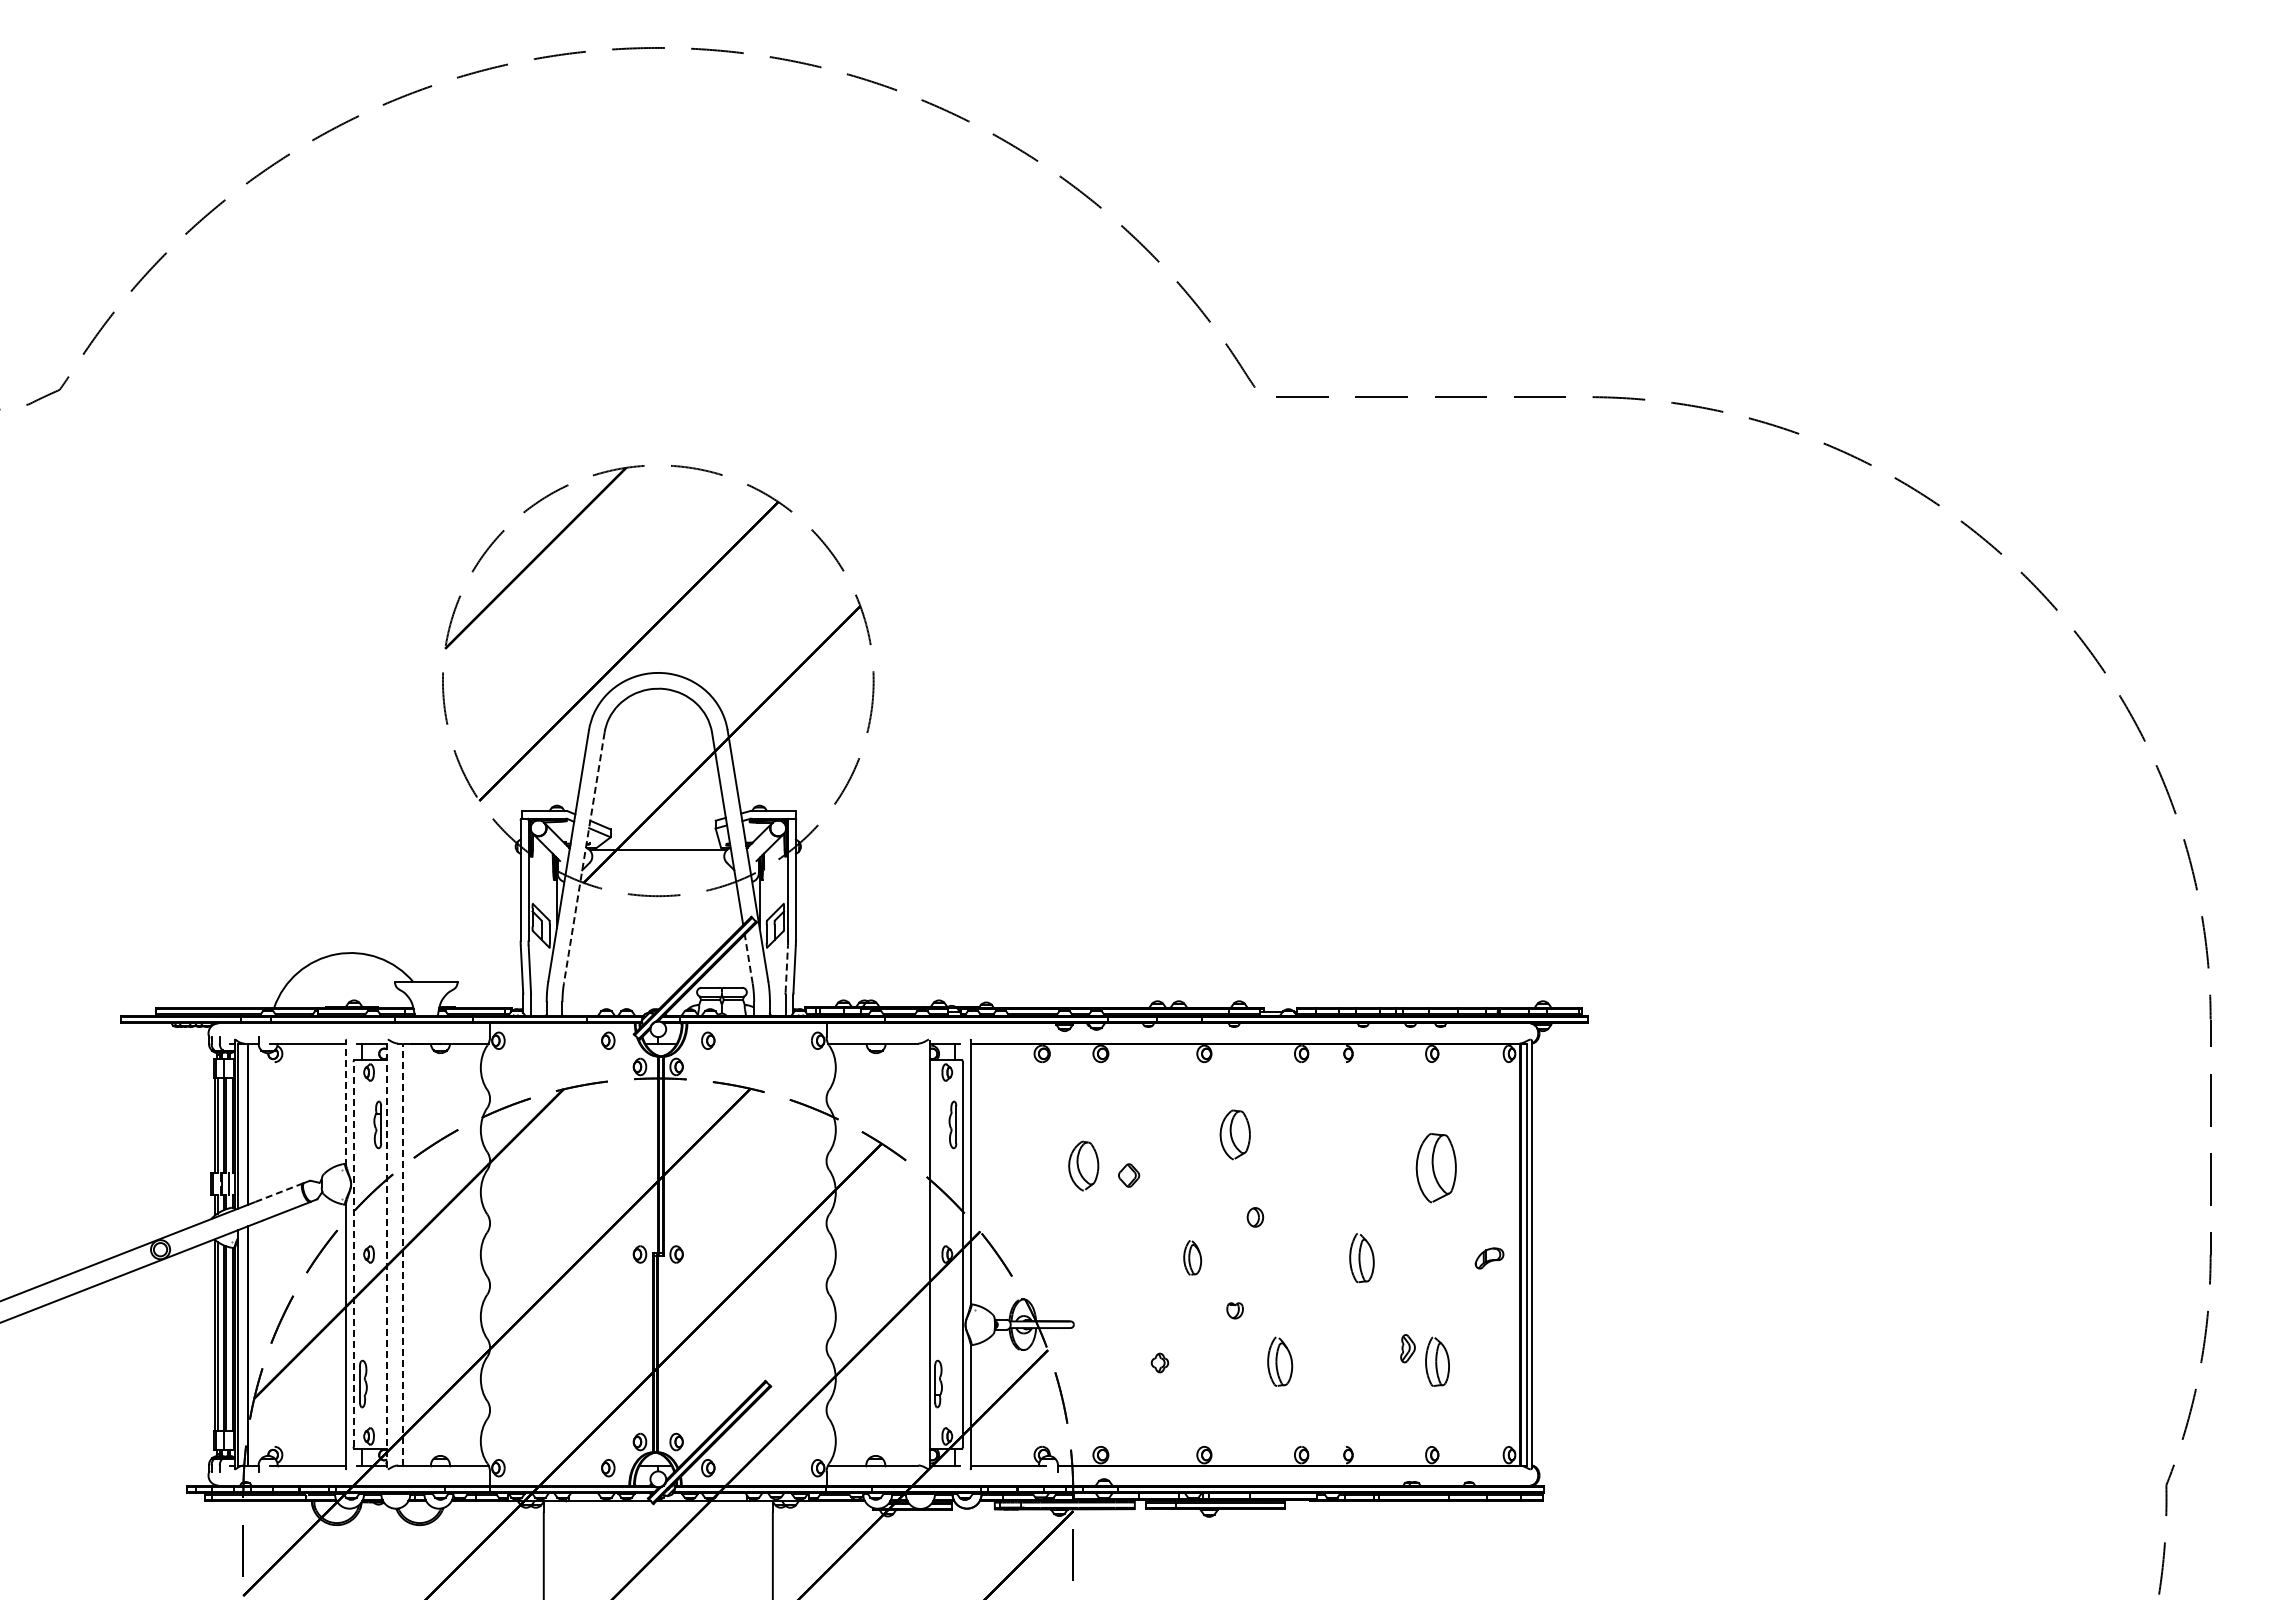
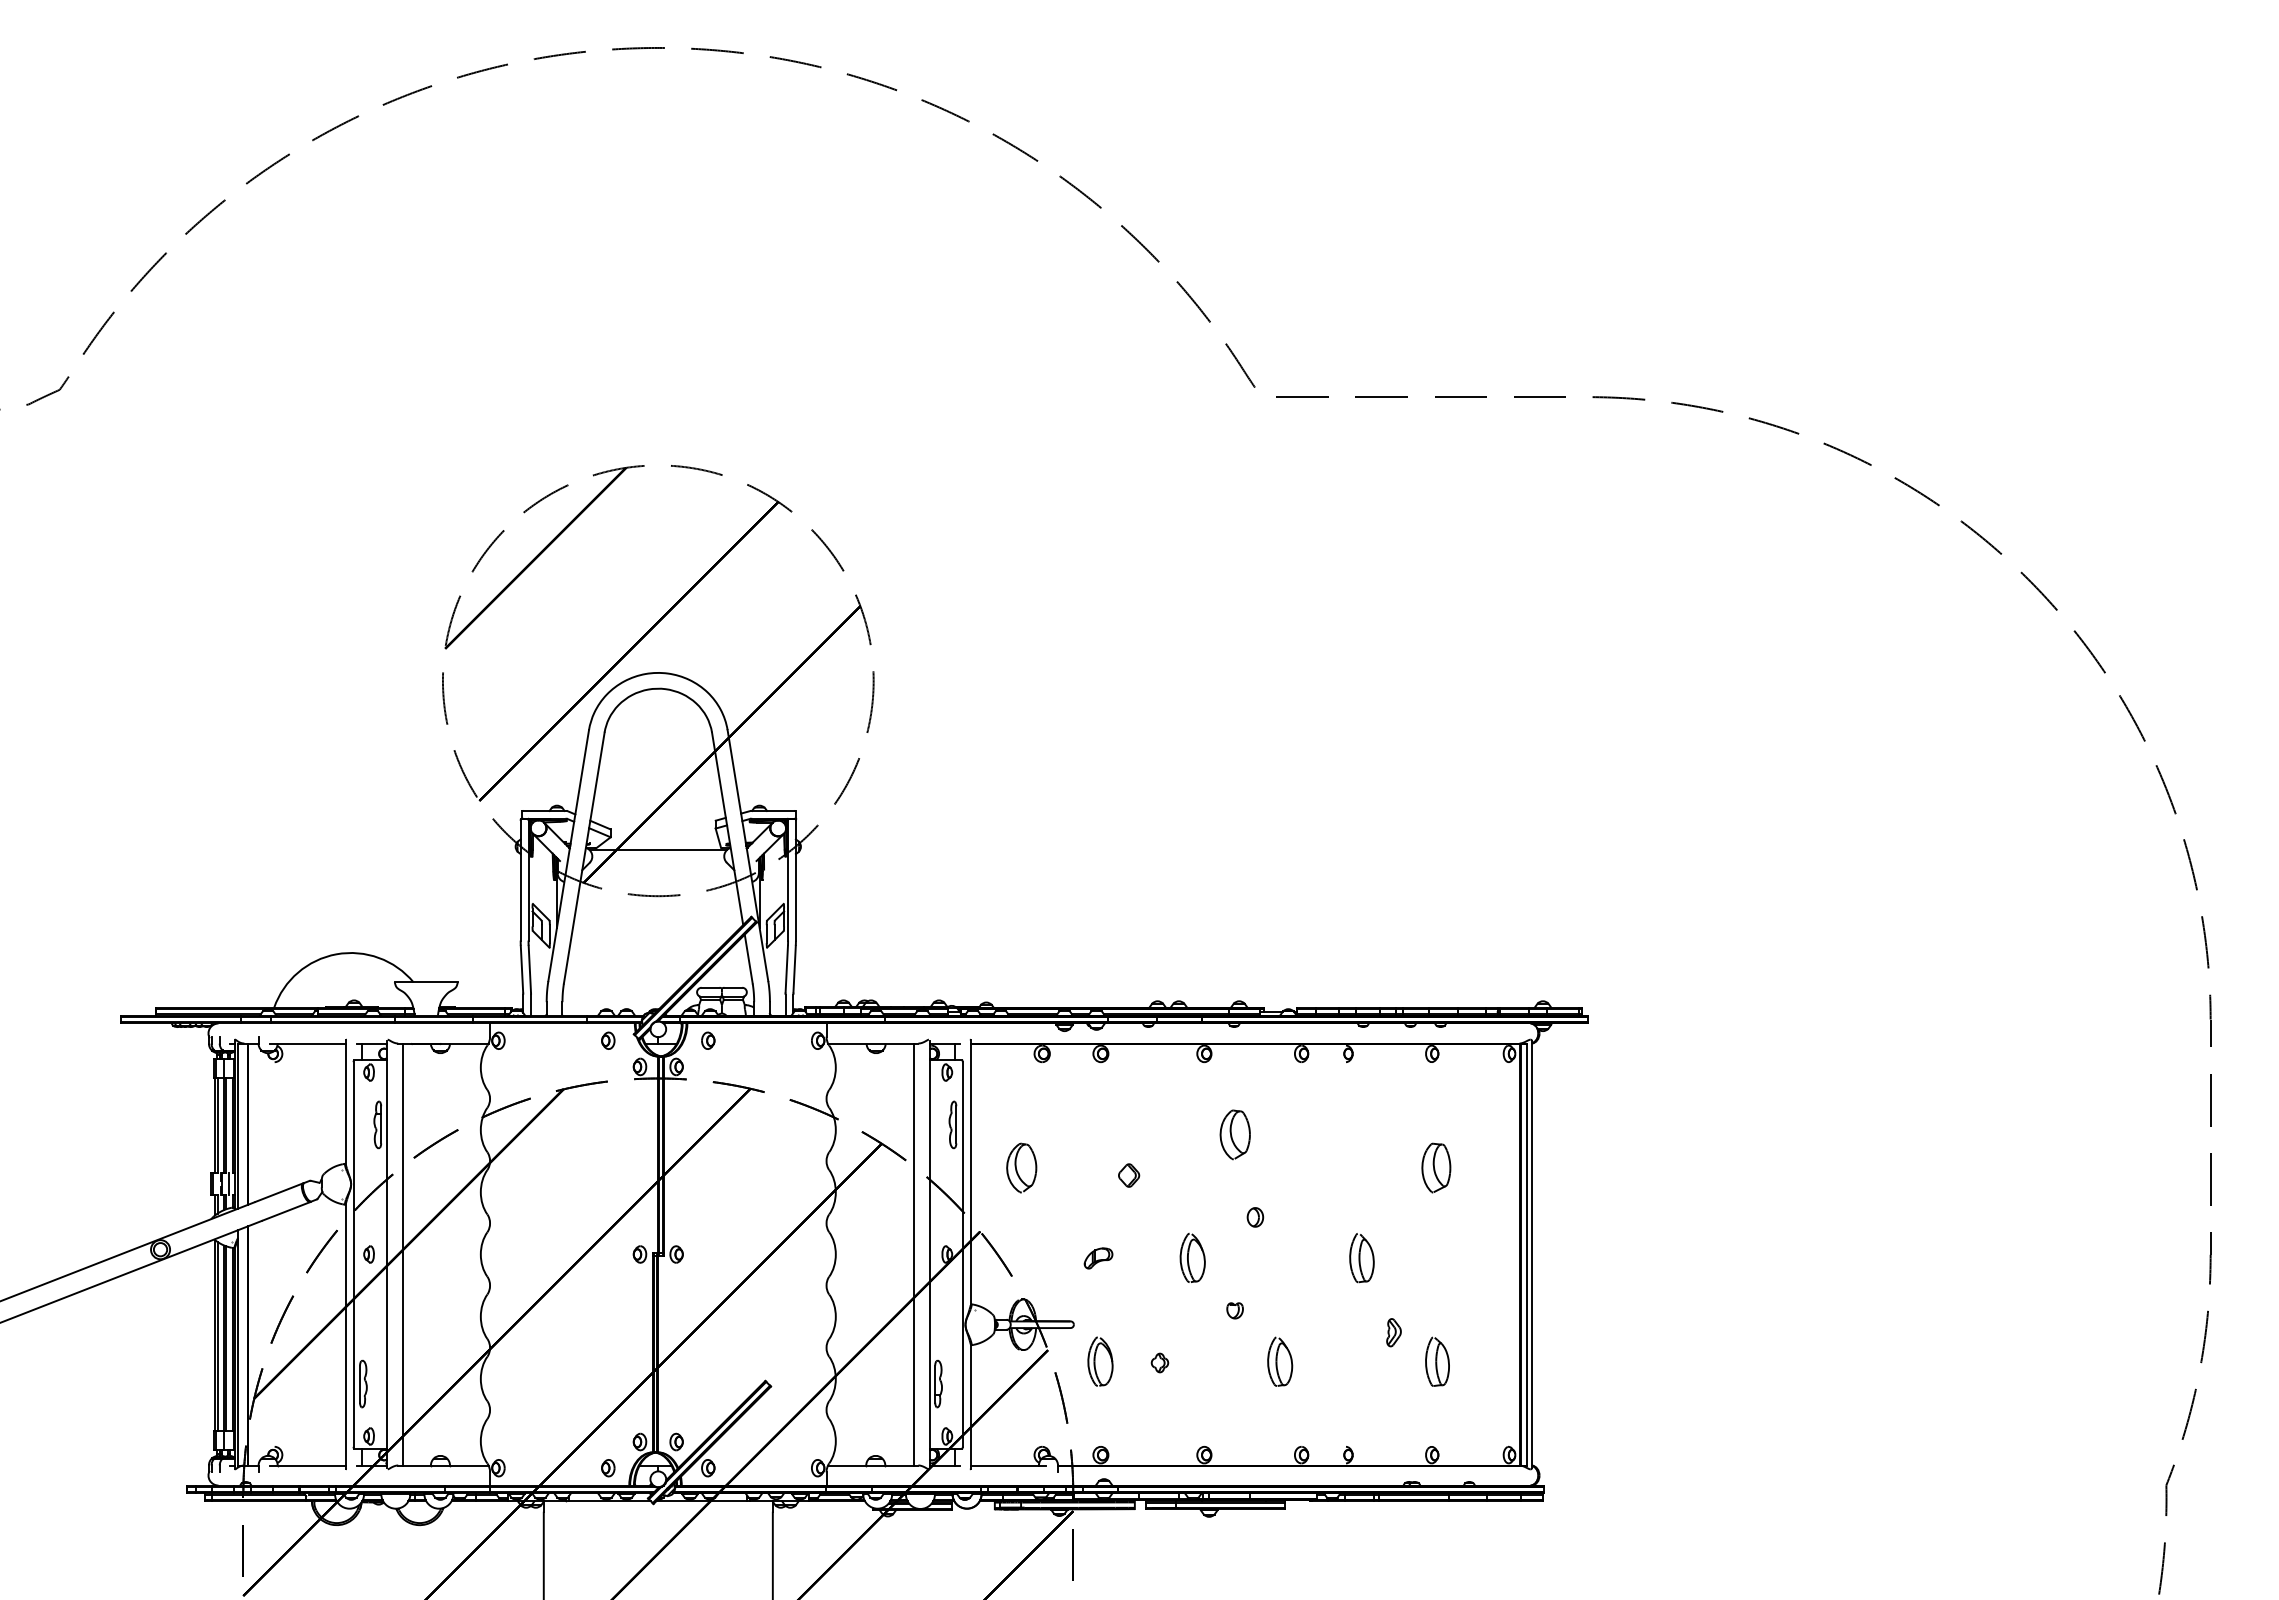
line at (584, 858): dashed -> solid
line at (748, 959): dashed -> solid
line at (786, 968): dashed -> solid
line at (346, 1103): dashed -> solid
part at (1083, 1165) position: (1083, 1165) -> (1021, 1167)
part at (1435, 1168) size: 42x71 px -> 31x52 px
line at (279, 1192): dashed -> solid
line at (353, 1254): dashed -> solid
line at (386, 1254): dashed -> solid
line at (402, 1254): dashed -> solid
line at (913, 1254): none -> present
part at (1192, 1257) size: 20x36 px -> 27x51 px
part at (1489, 1258) position: (1489, 1258) -> (1098, 1258)
part at (1407, 1348) position: (1407, 1348) -> (1393, 1332)
part at (1100, 1361): none -> present
